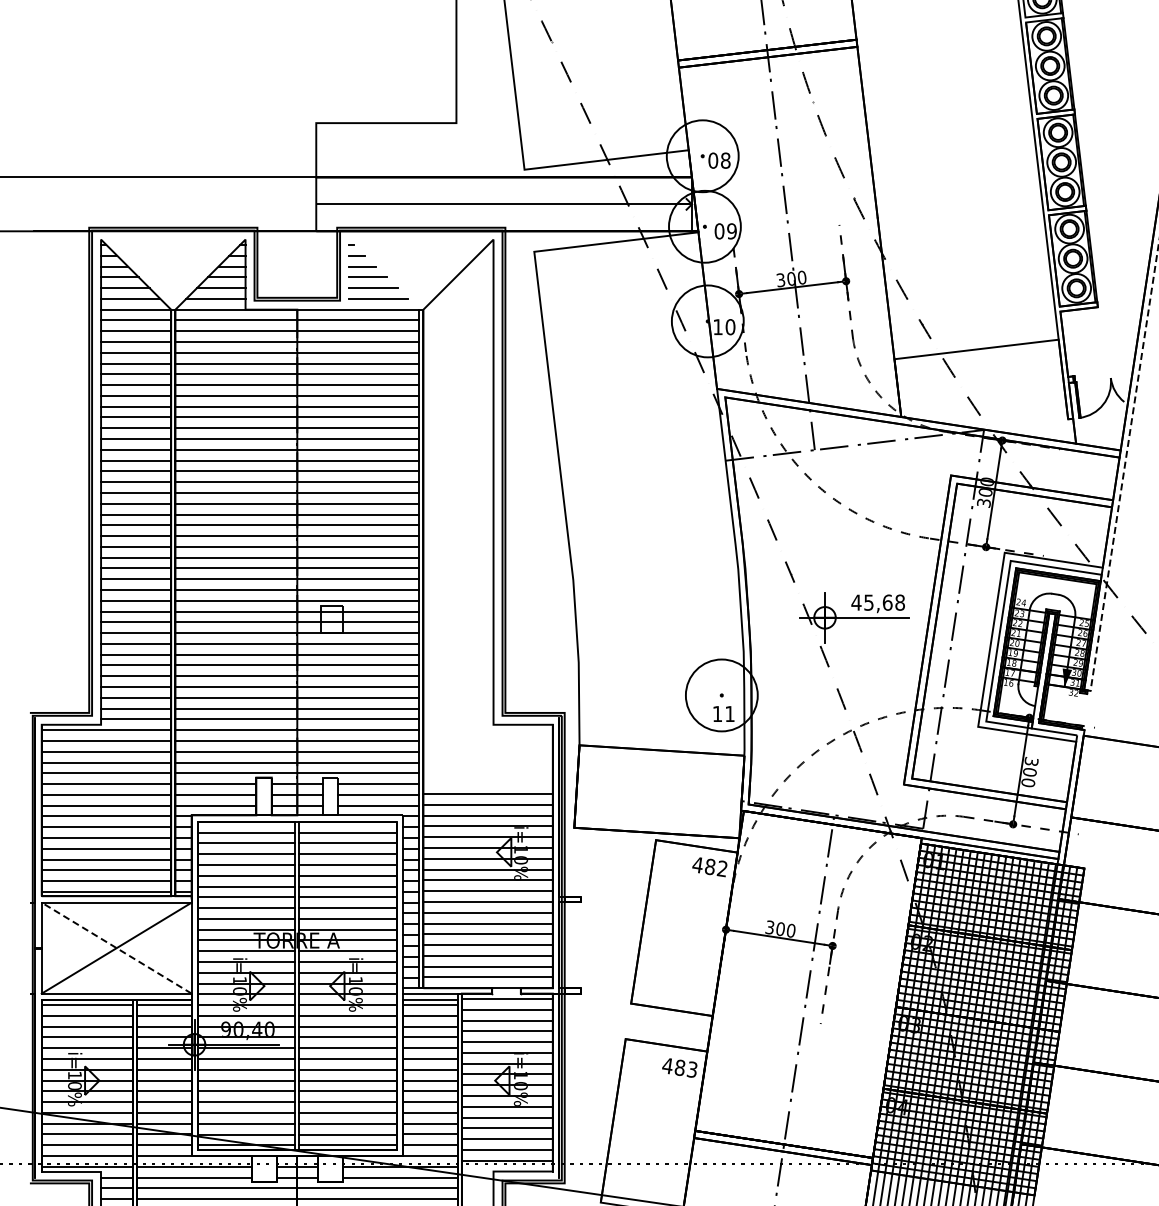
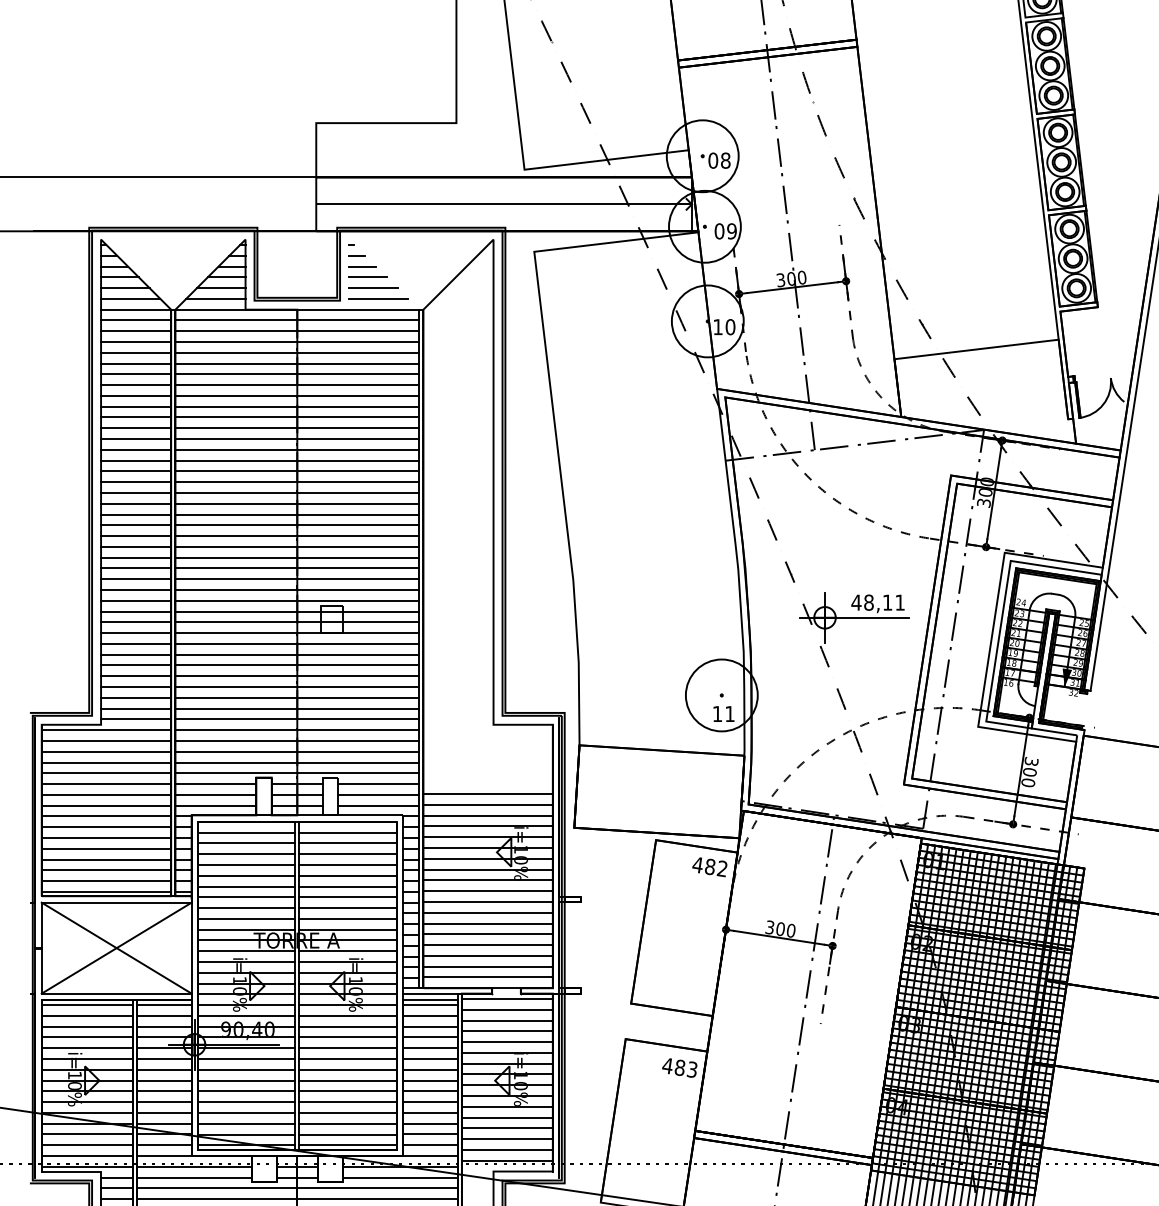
line at (1124, 467): dashed -> solid
text at (884, 602): 45,68 -> 48,11
line at (116, 948): dashed -> solid
